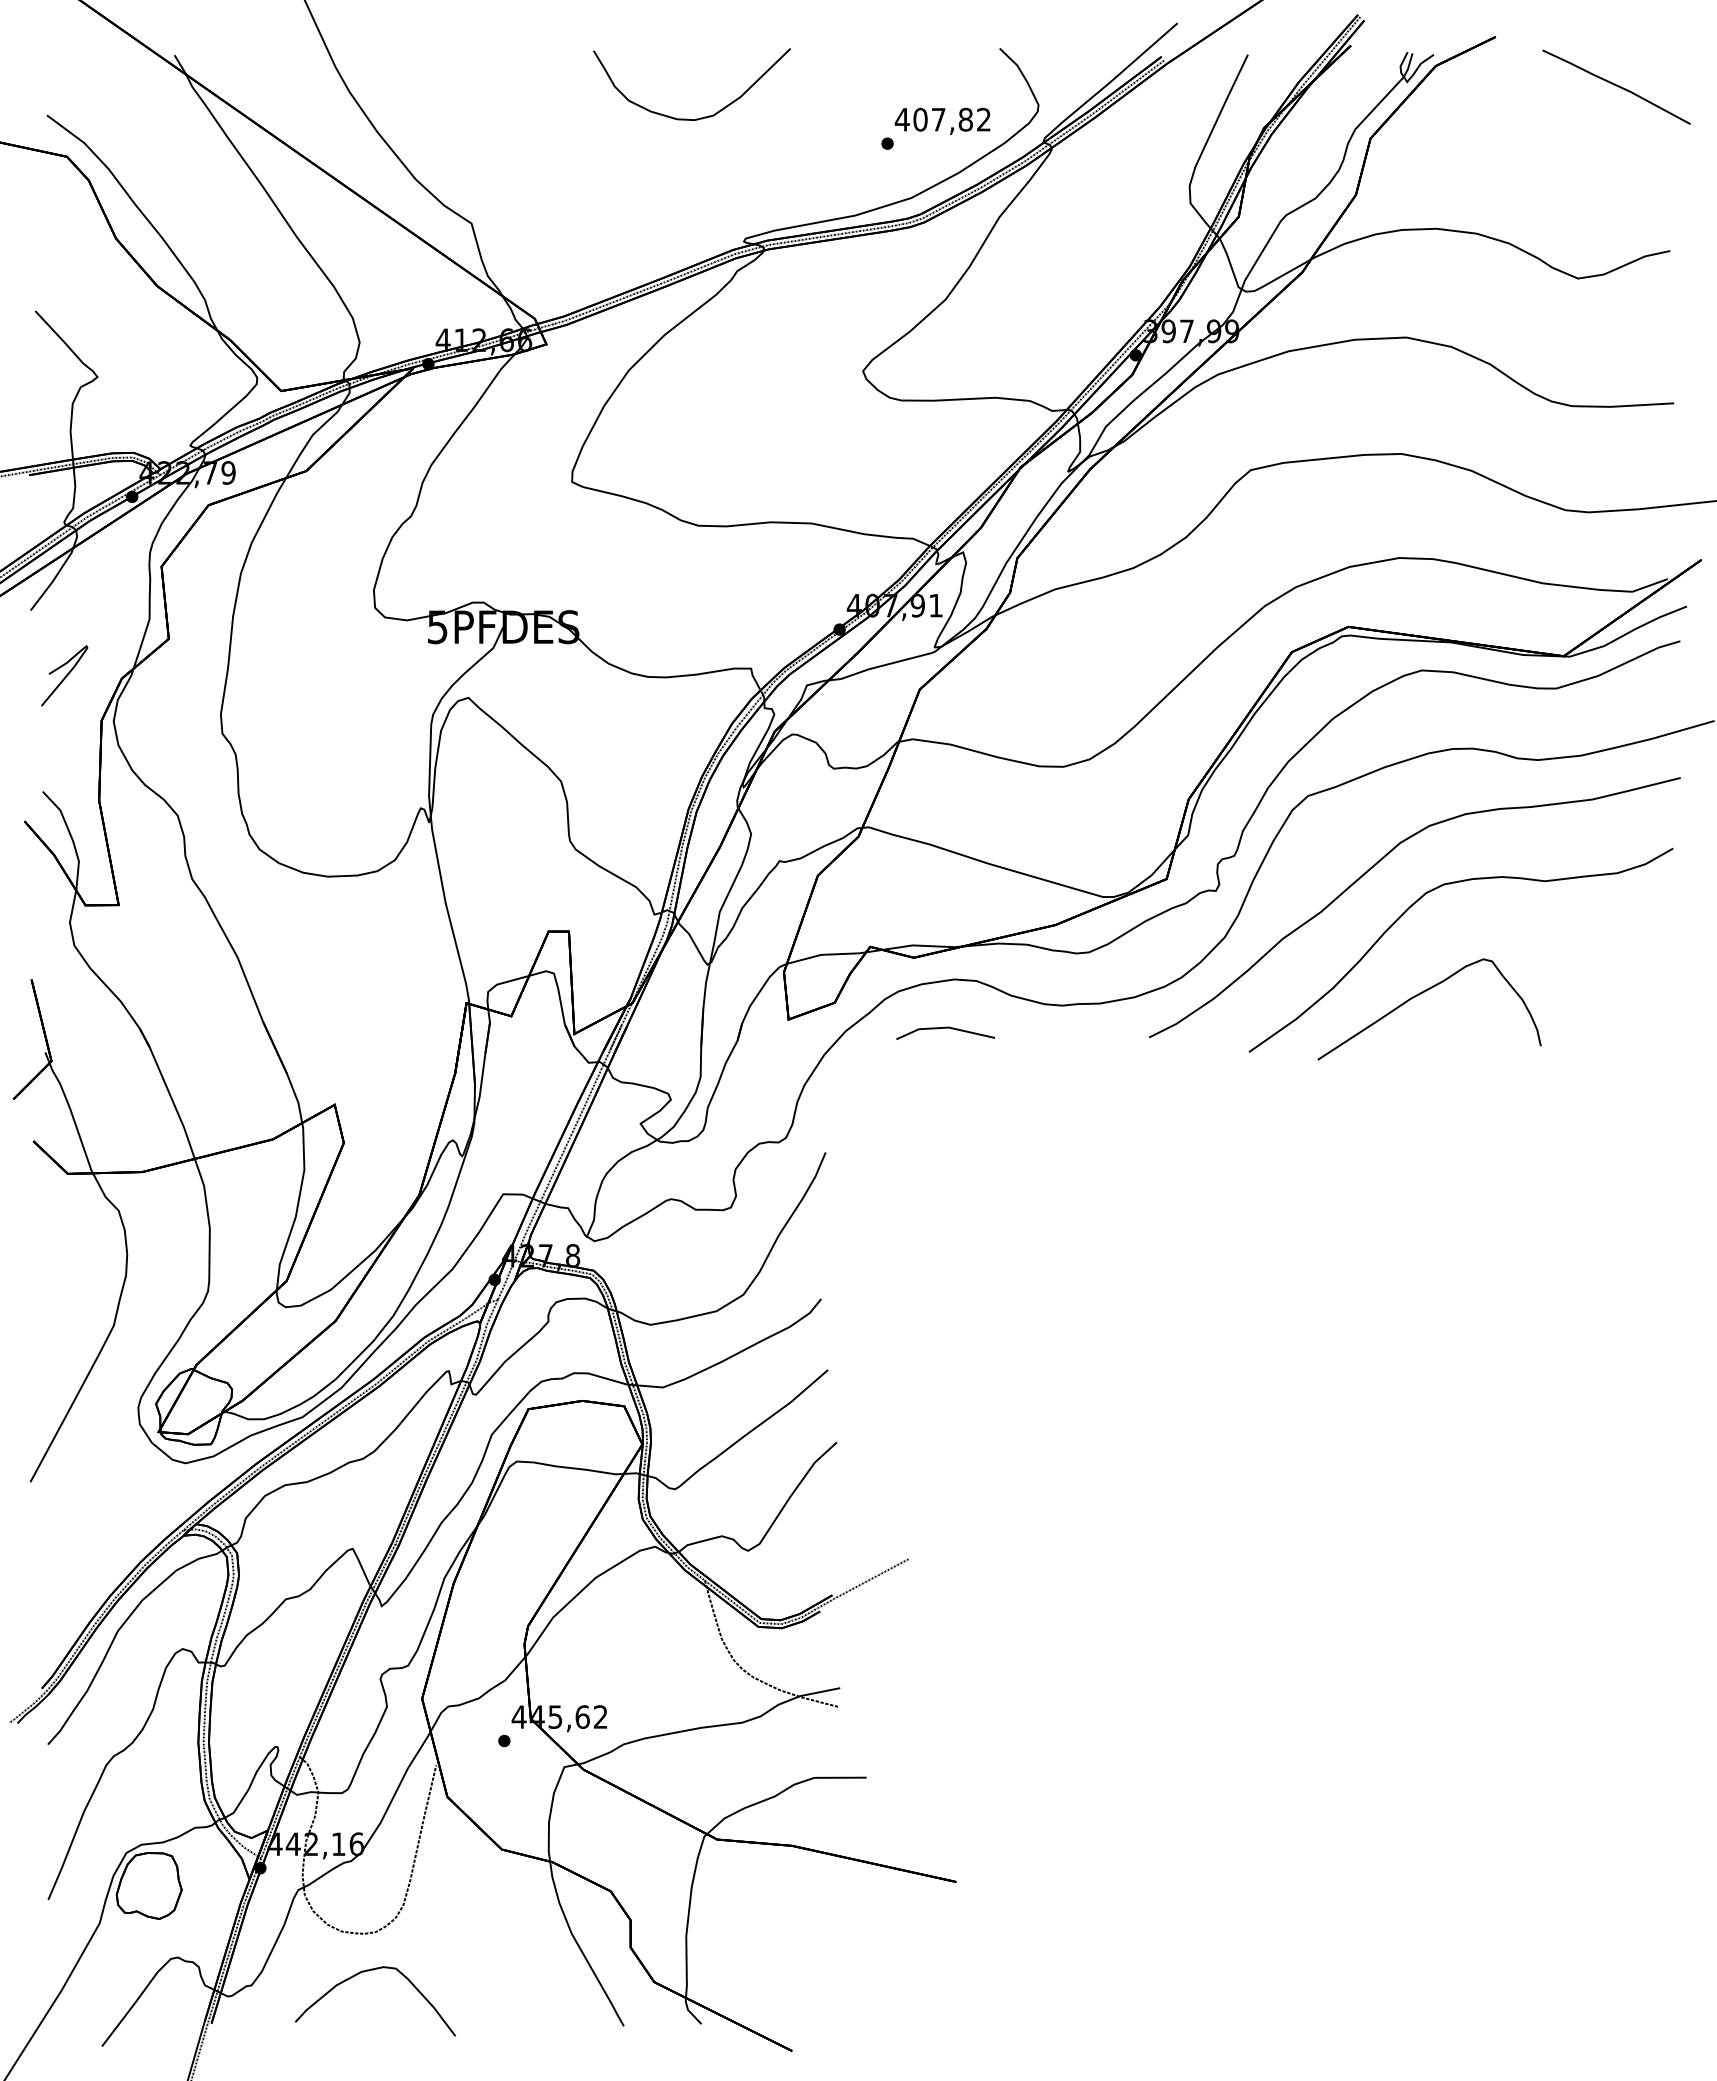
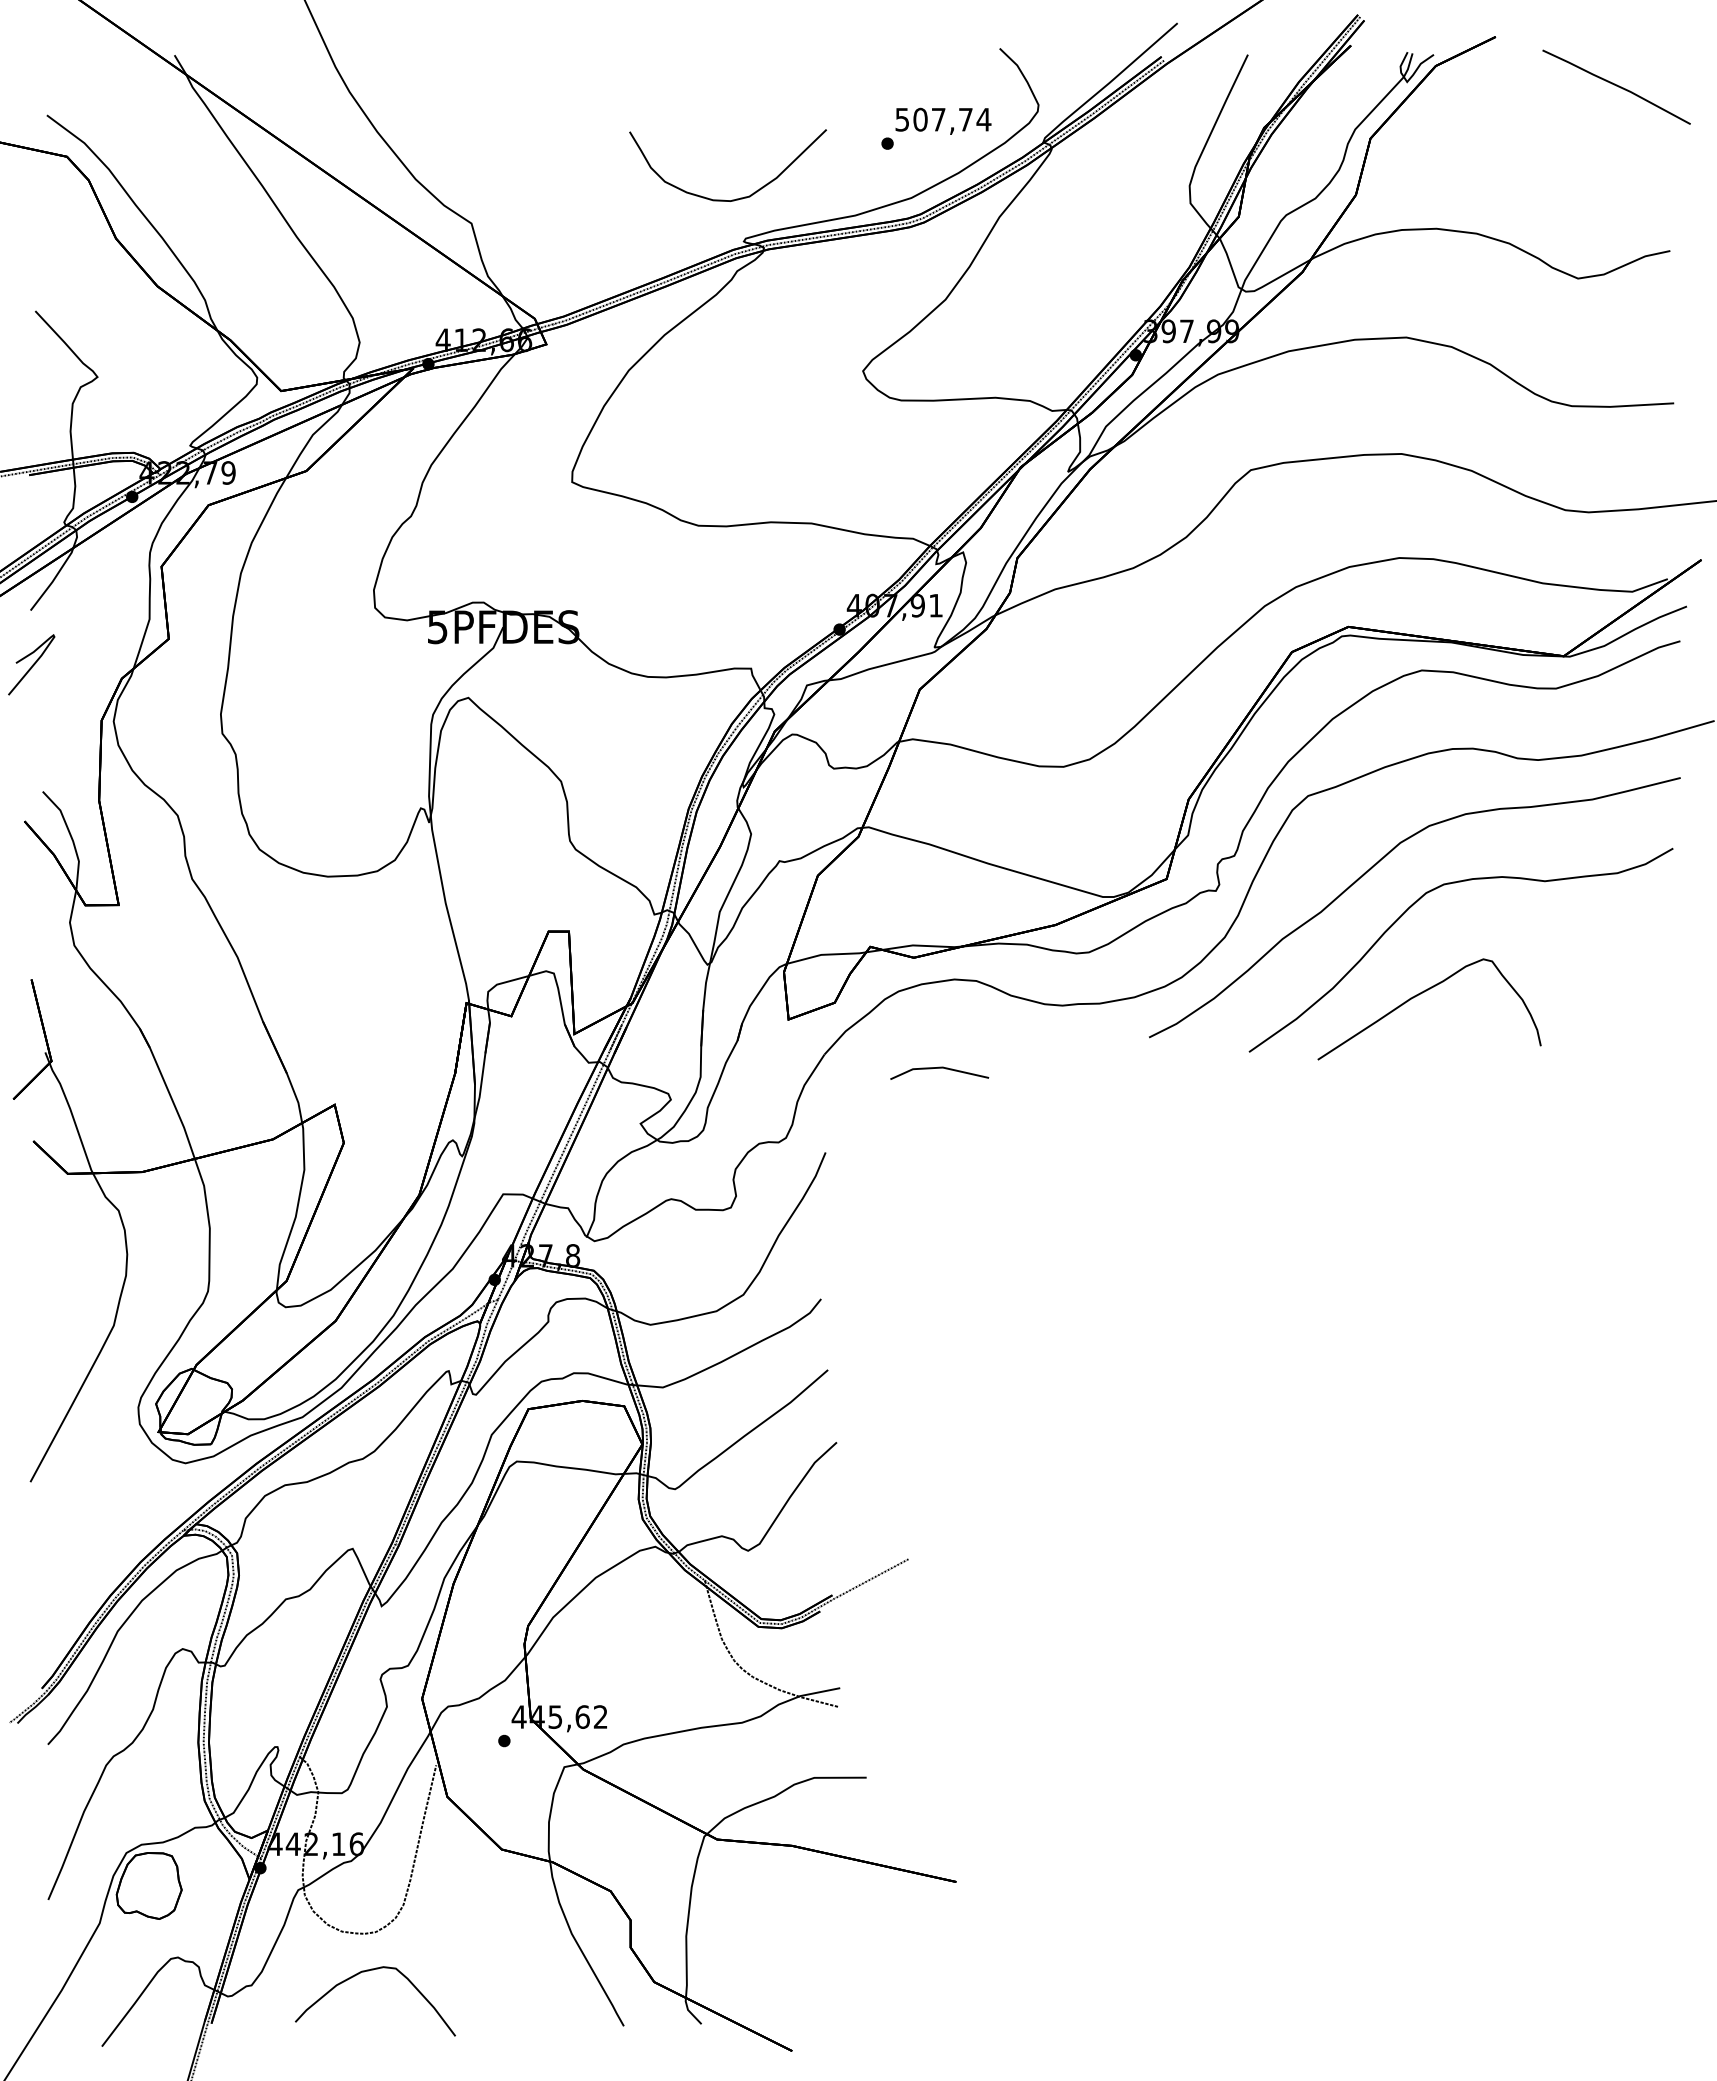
curve at (700, 117) position: (700, 117) -> (736, 198)
text at (942, 119): 407,82 -> 507,74
curve at (65, 675) position: (65, 675) -> (32, 664)
line at (945, 1028) position: (945, 1028) -> (939, 1068)
